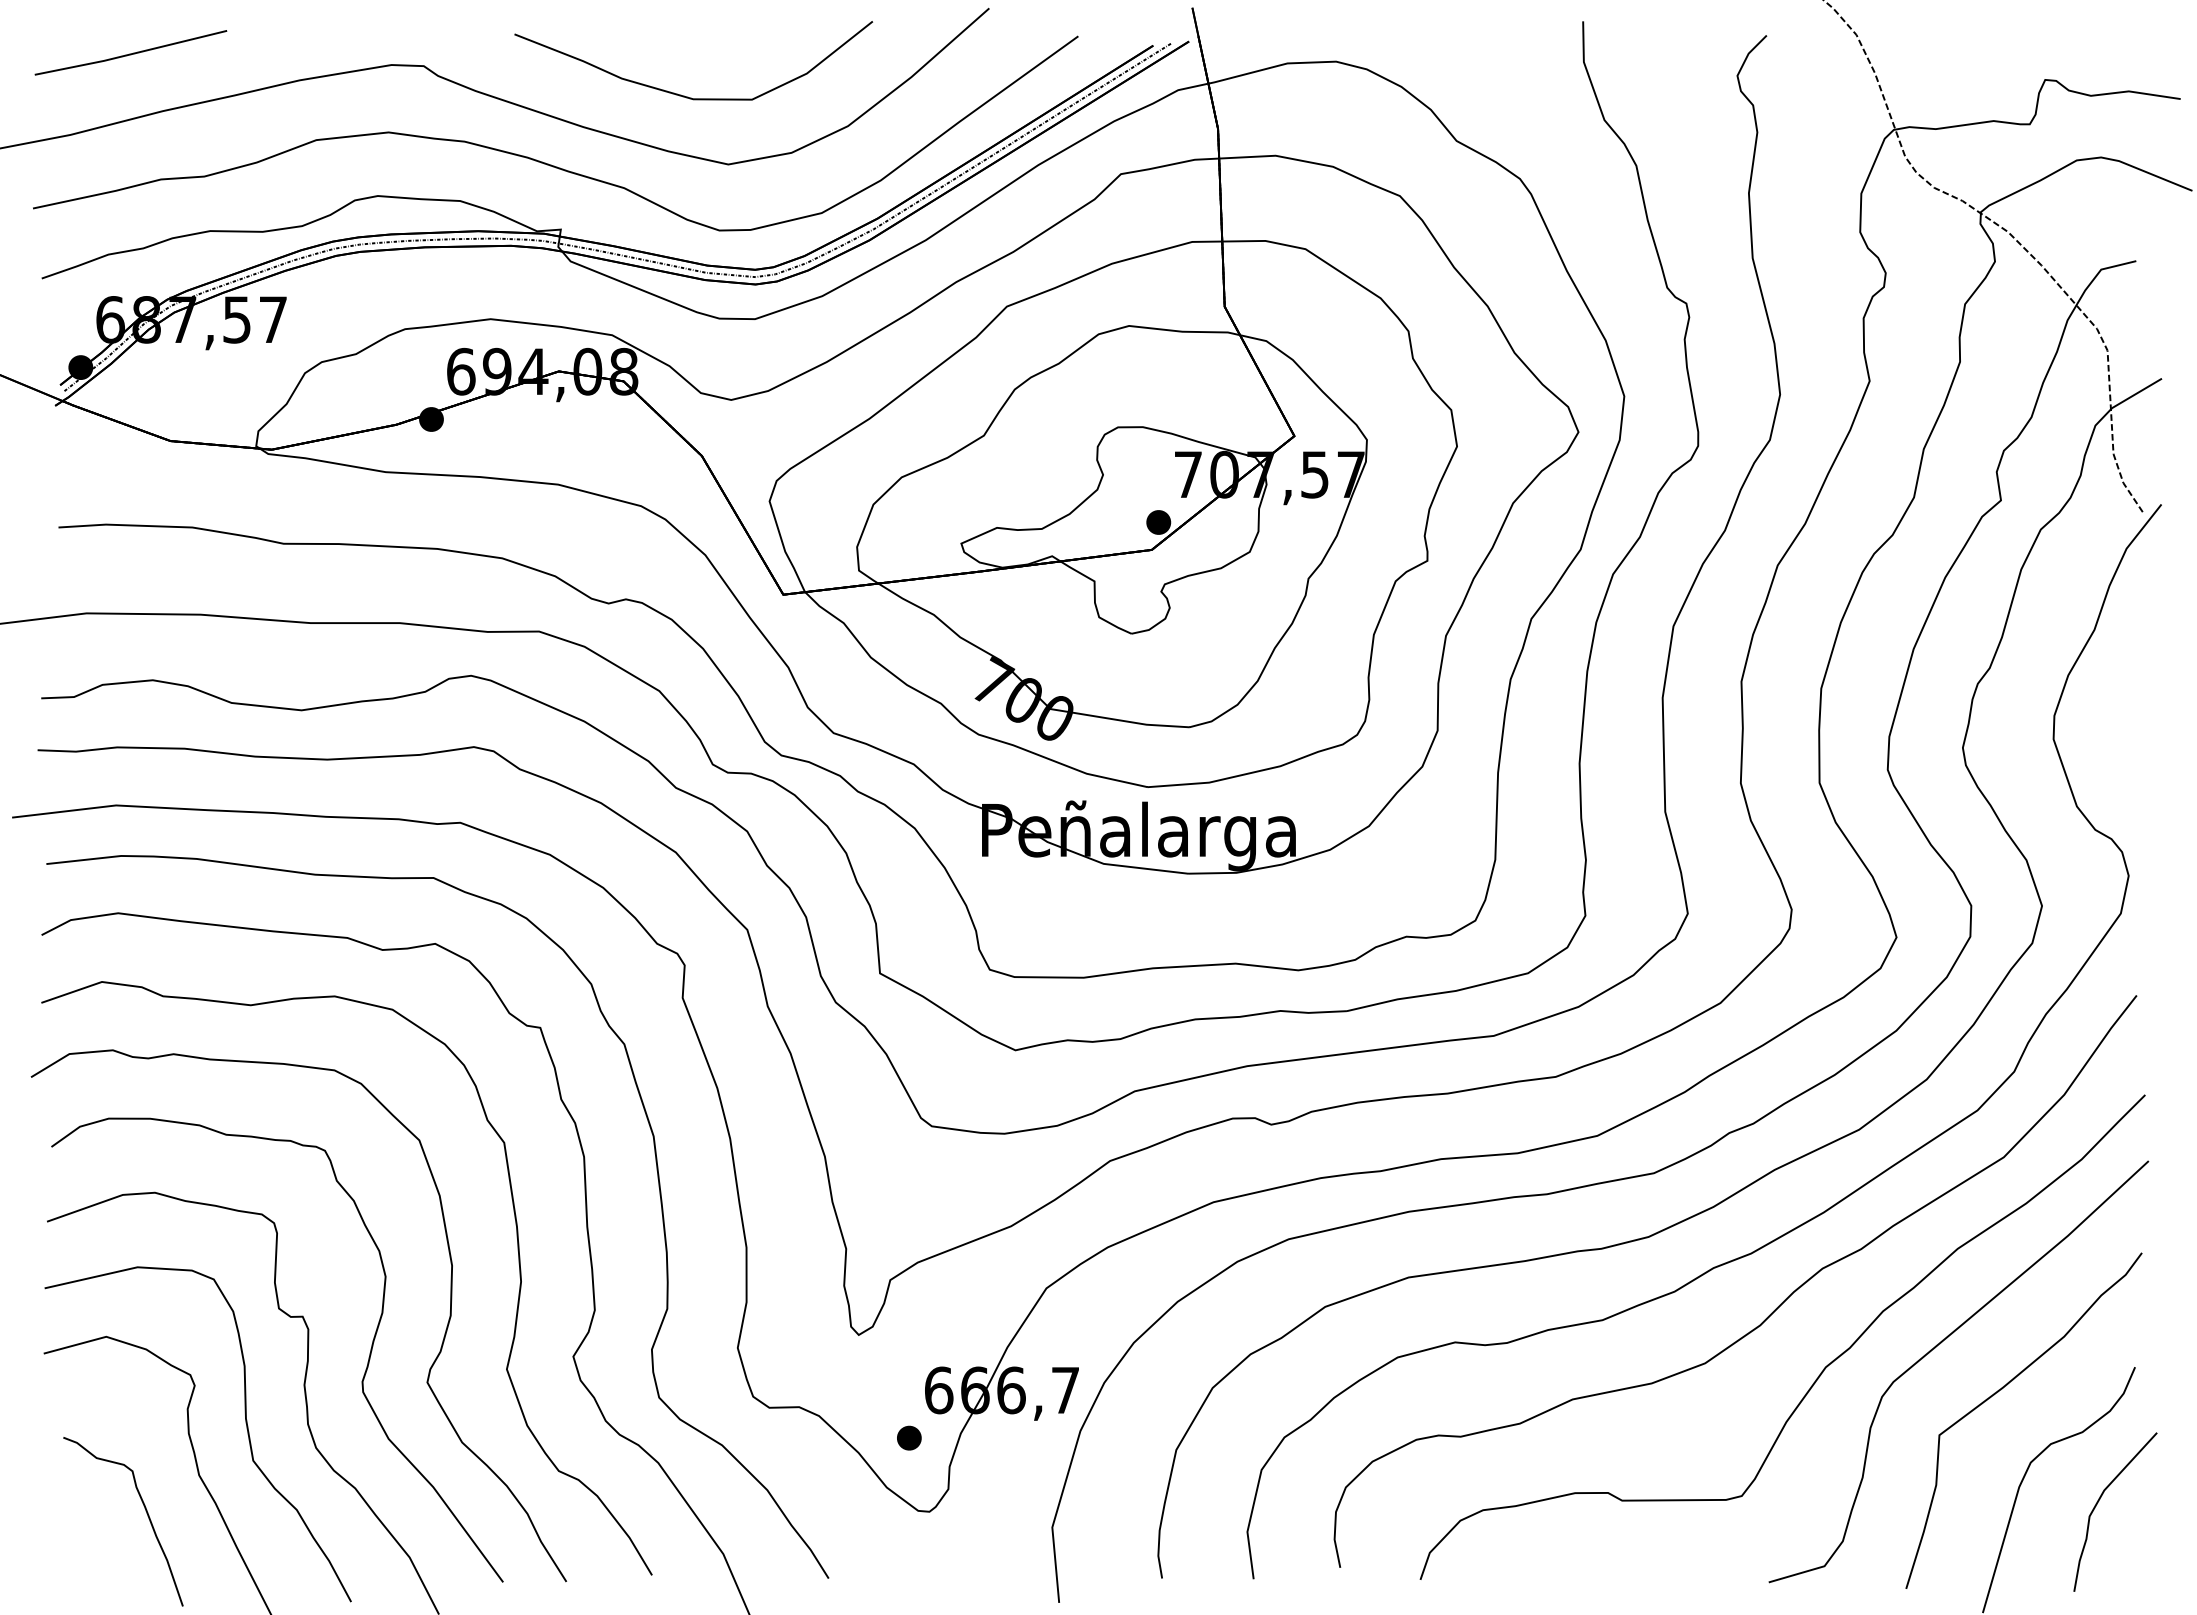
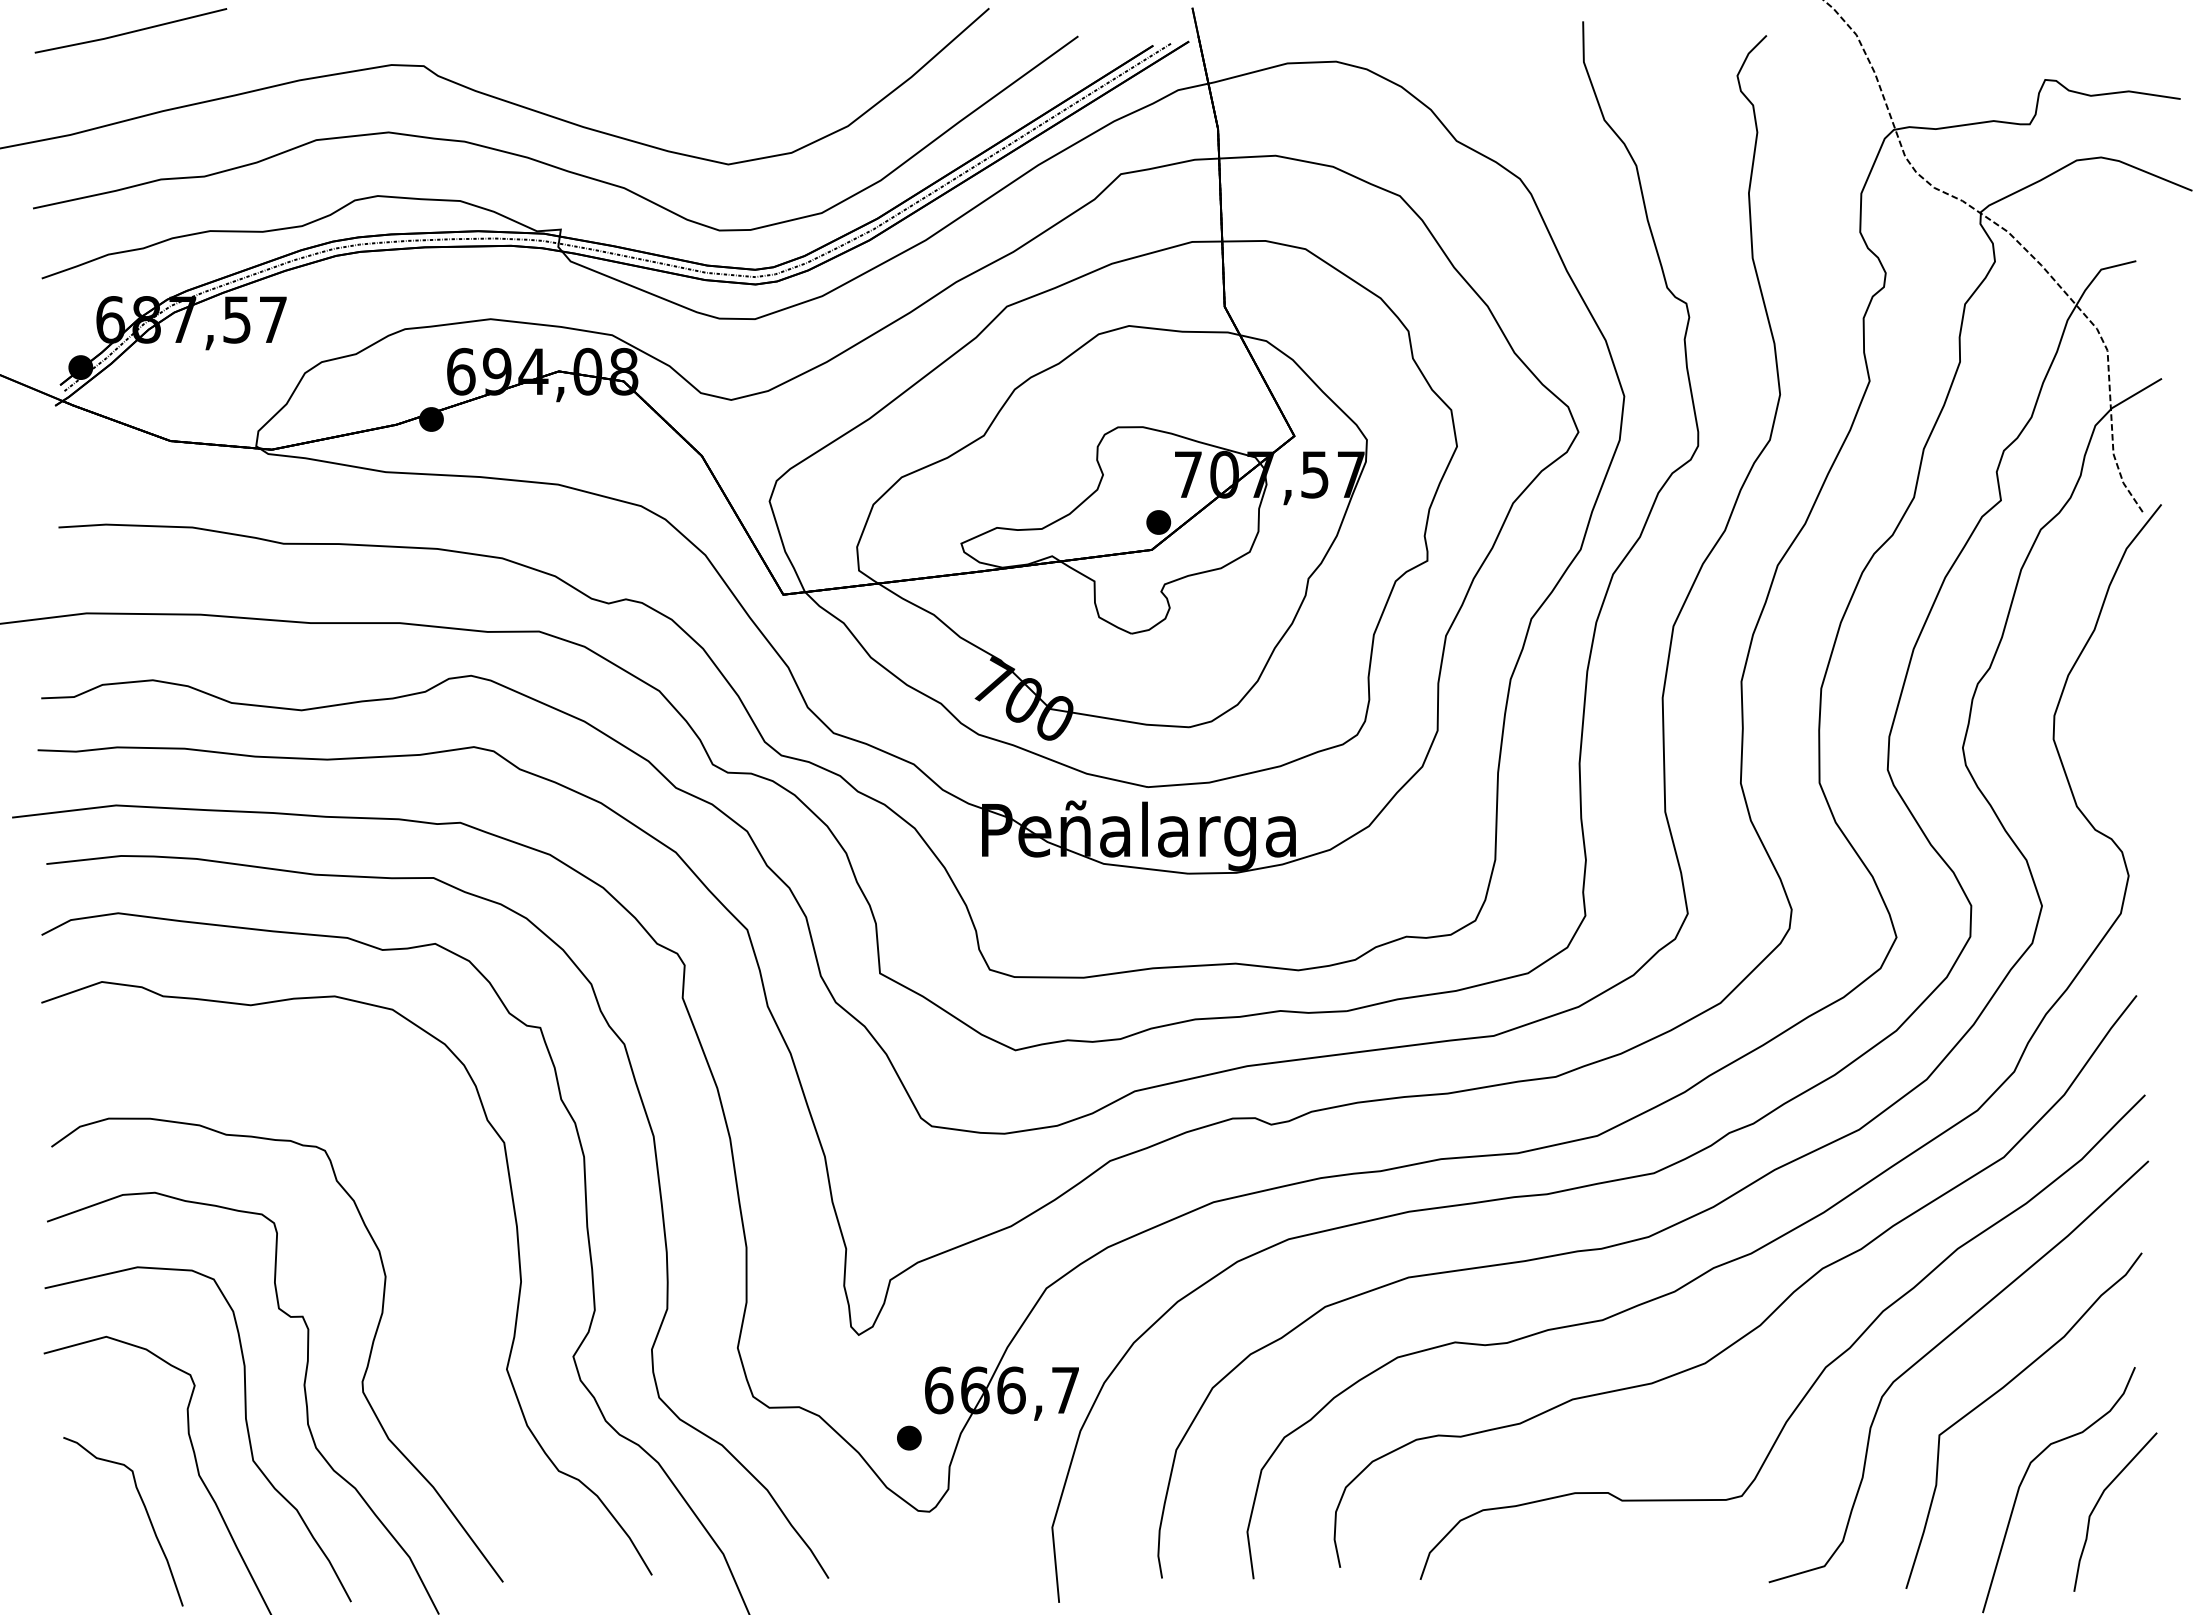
line at (130, 53) position: (130, 53) -> (130, 31)
curve at (681, 94): present -> none
curve at (429, 1368): present -> none
